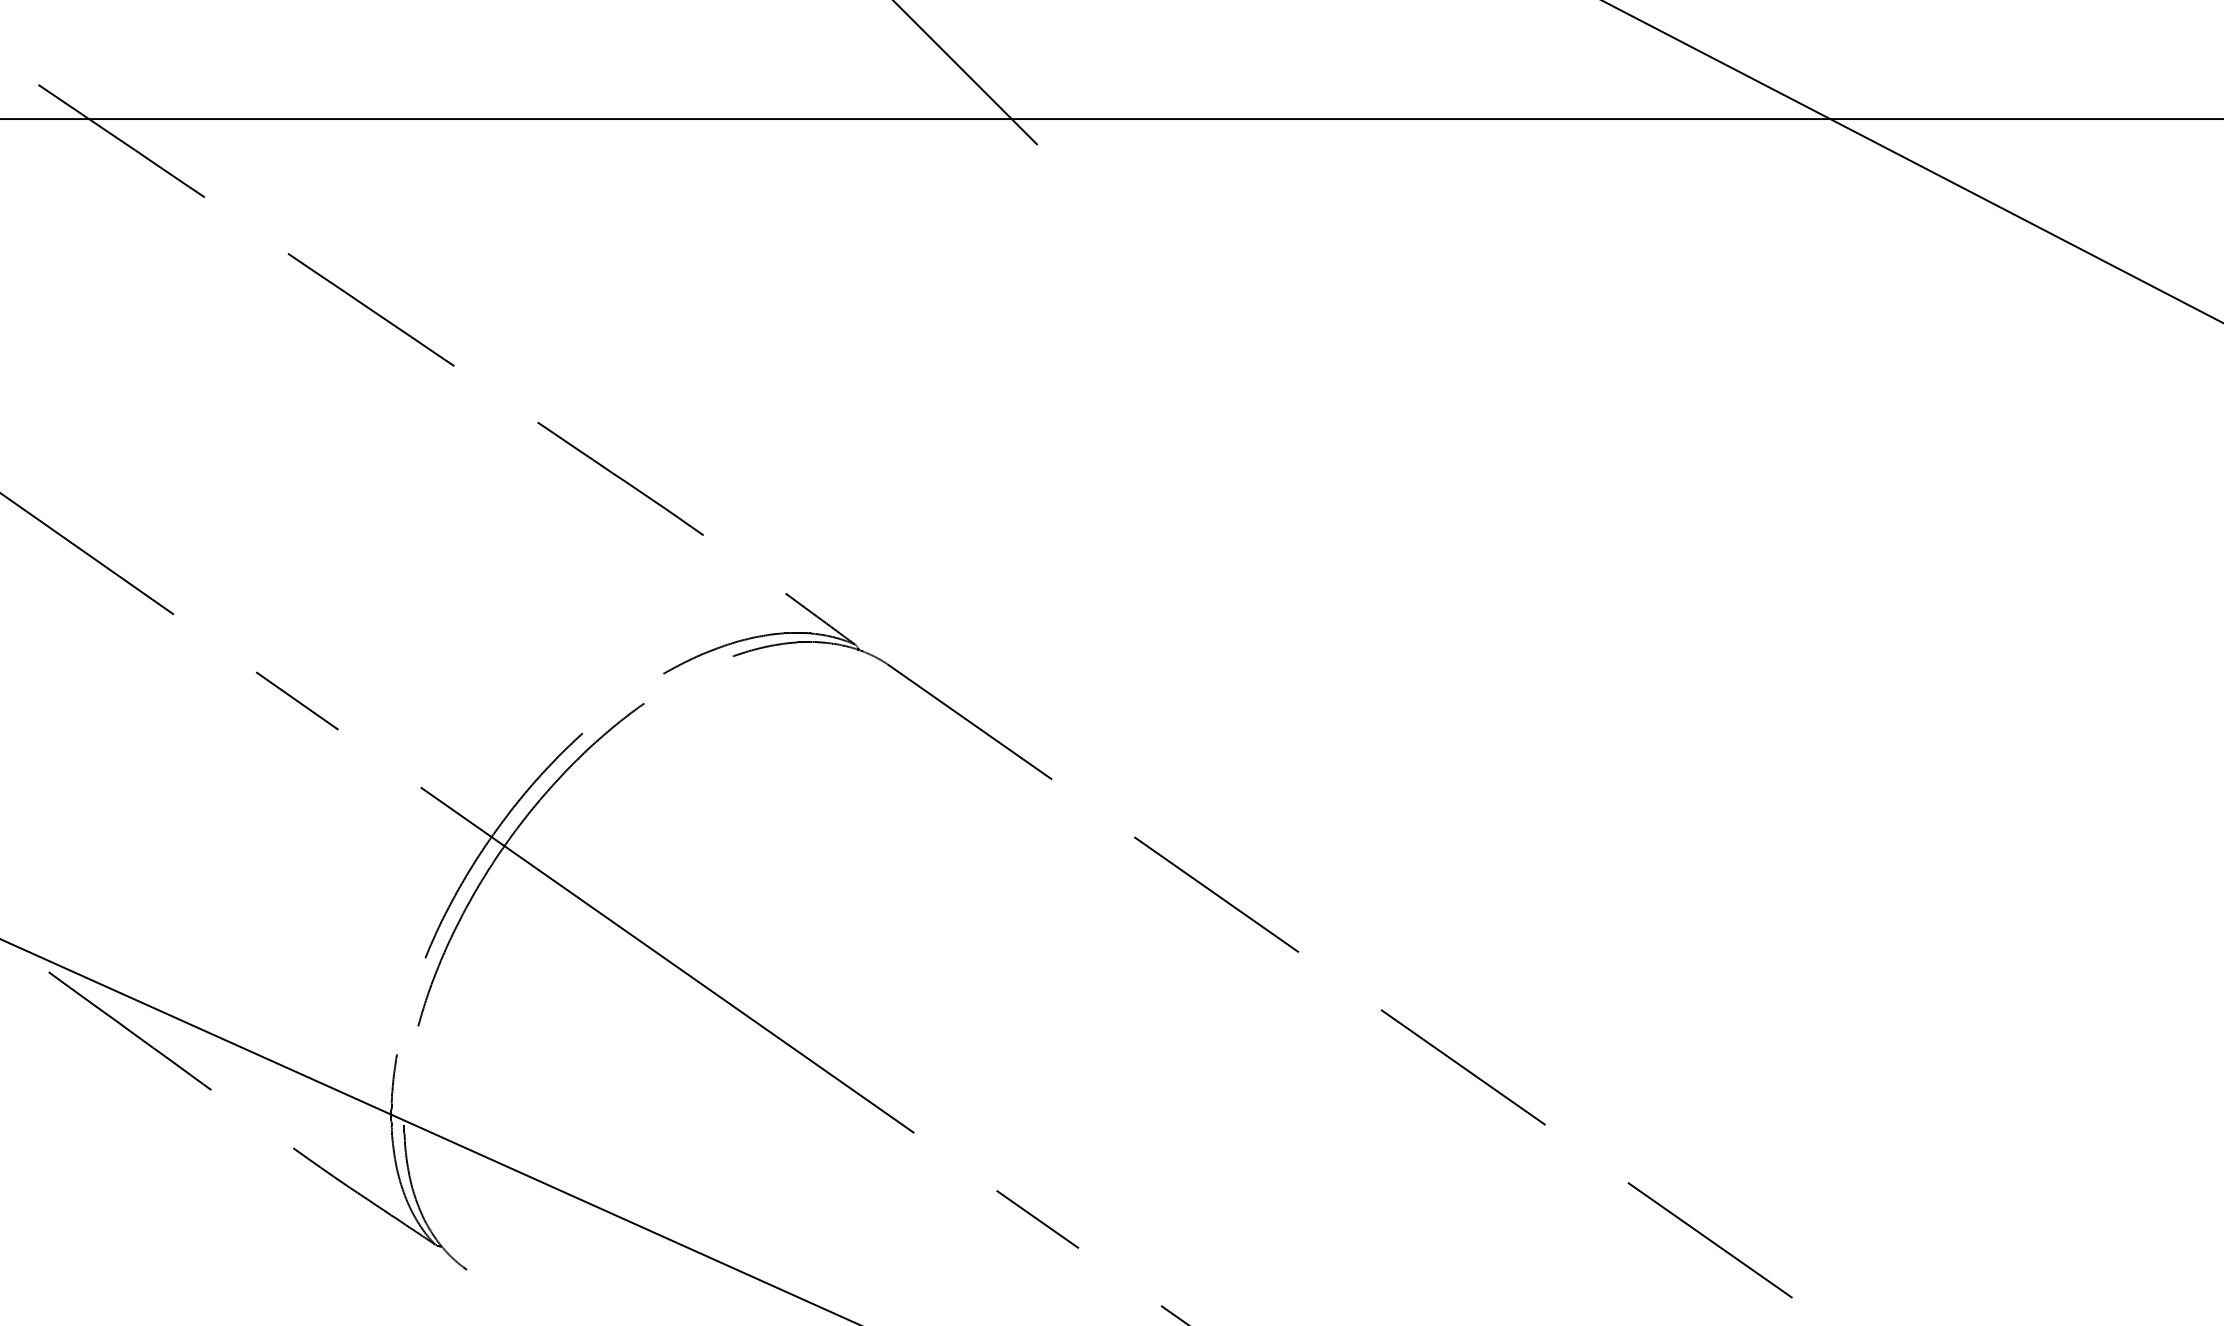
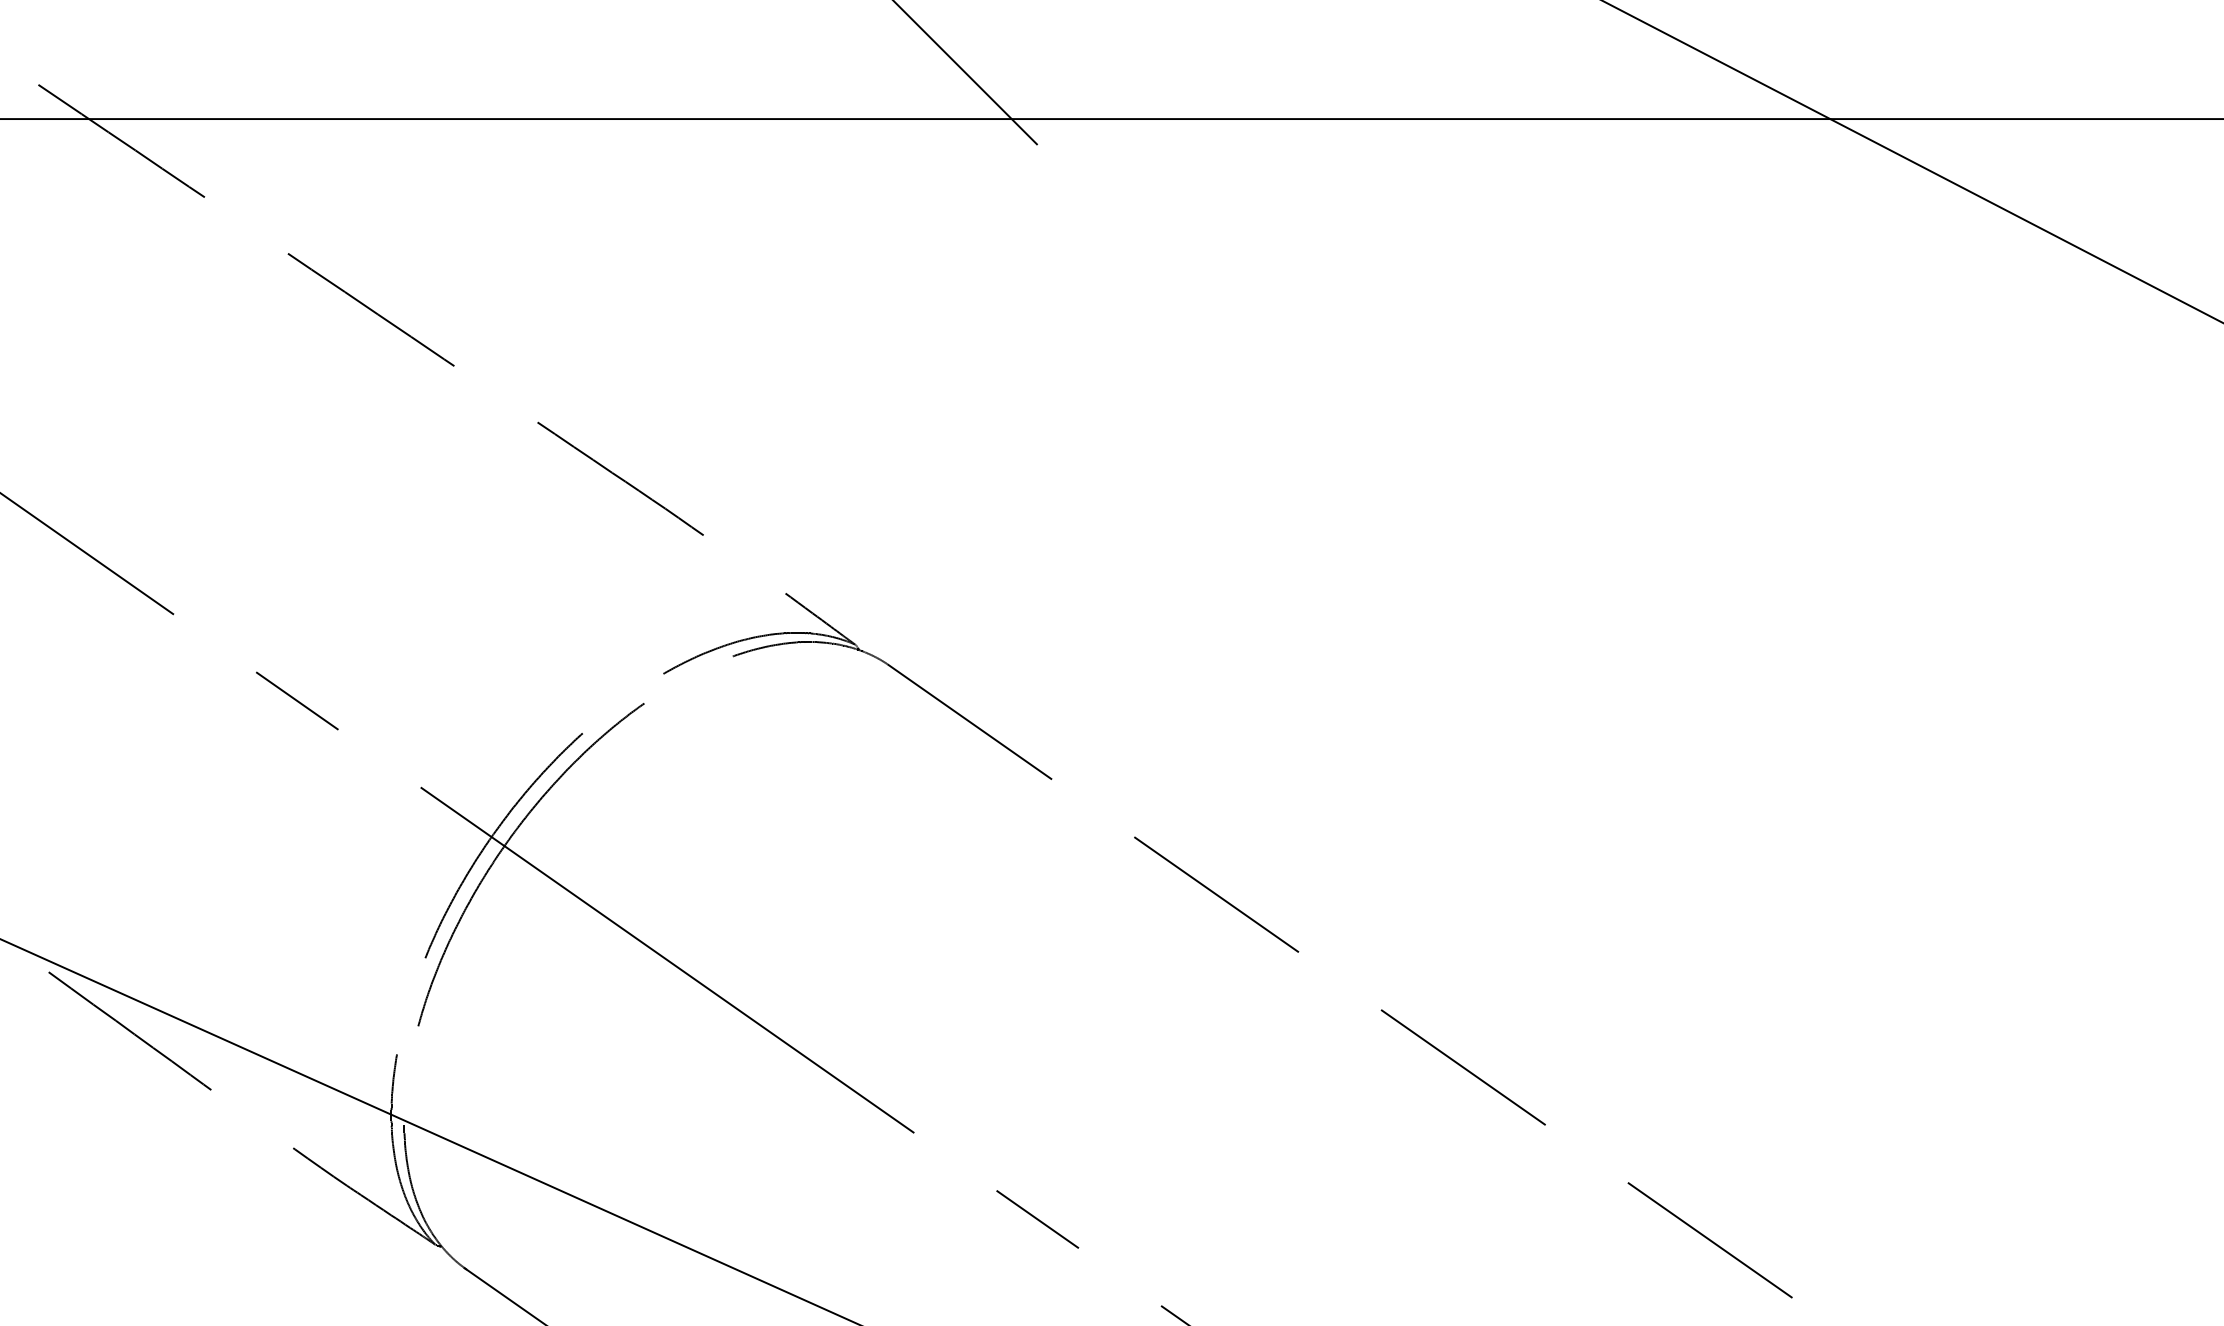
line at (503, 1295): none -> present
